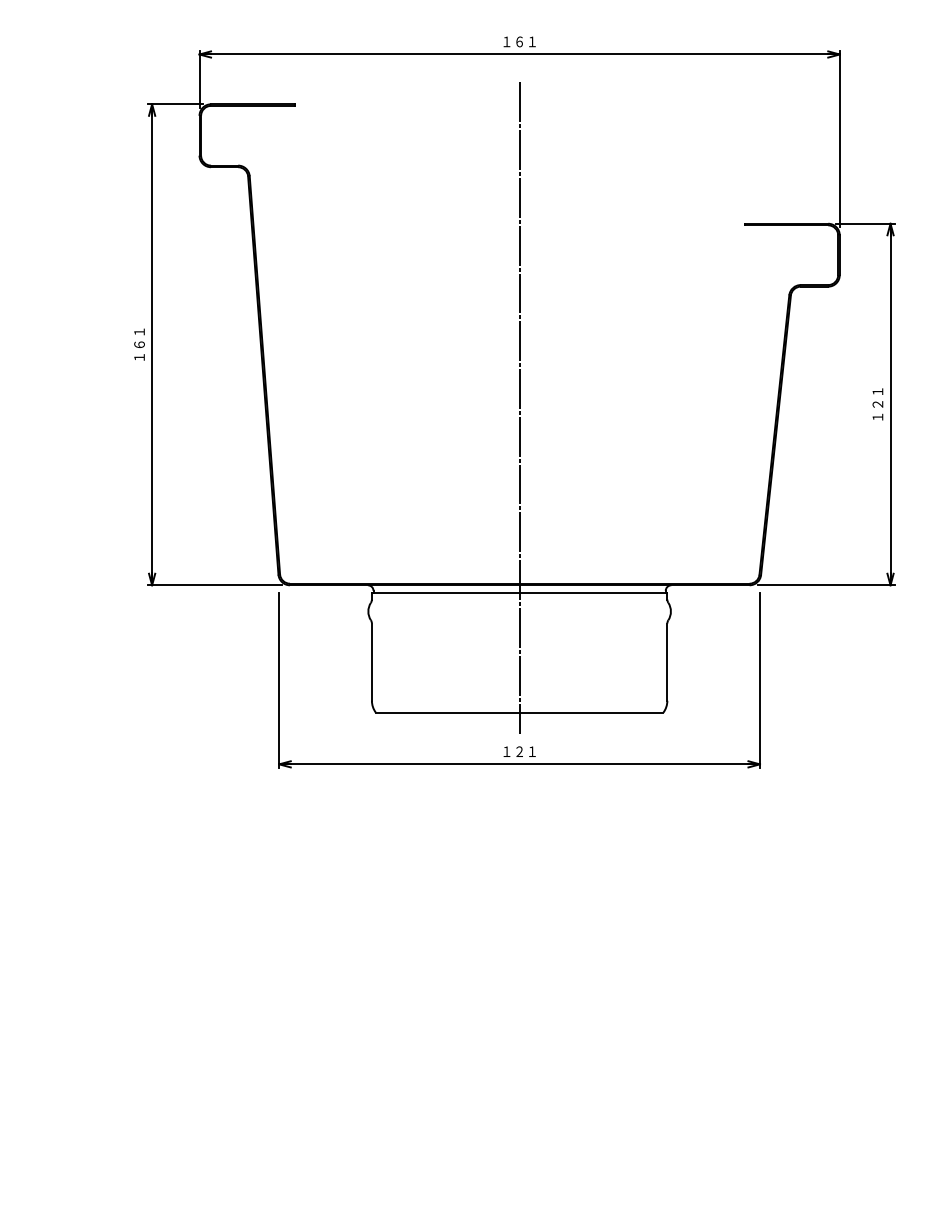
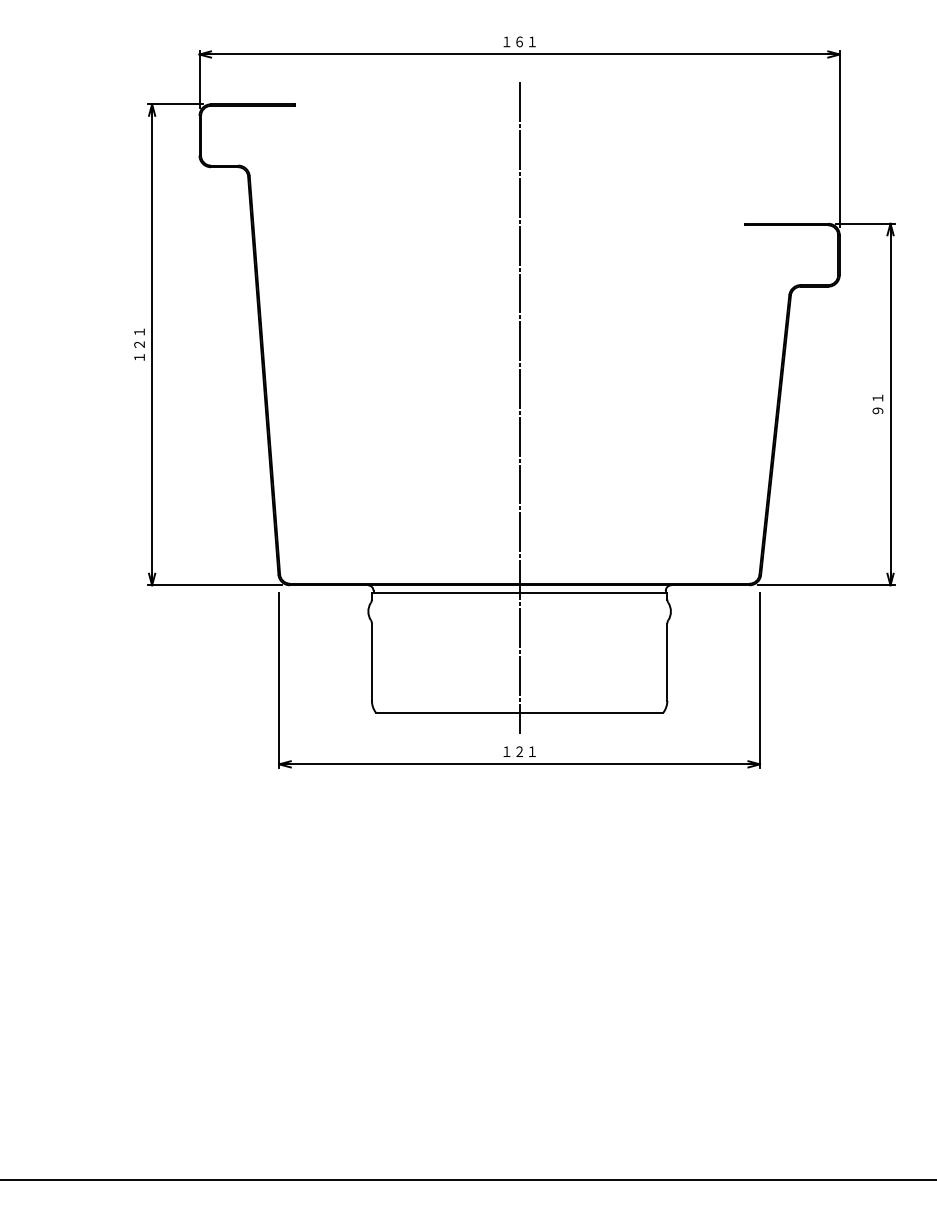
text at (139, 344): １６１ -> １２１
text at (877, 404): １２１ -> ９１
line at (467, 1179): none -> present
